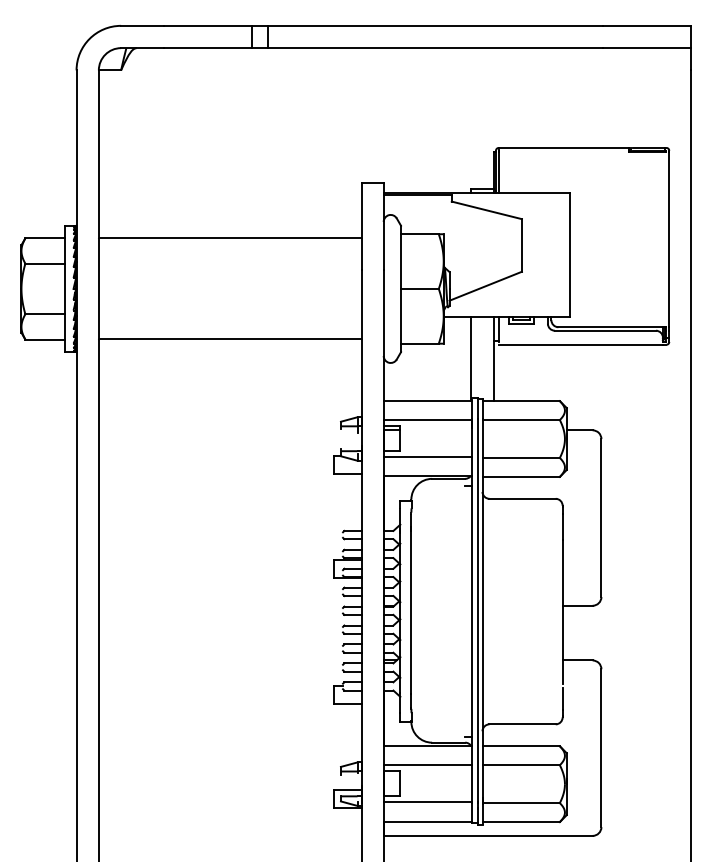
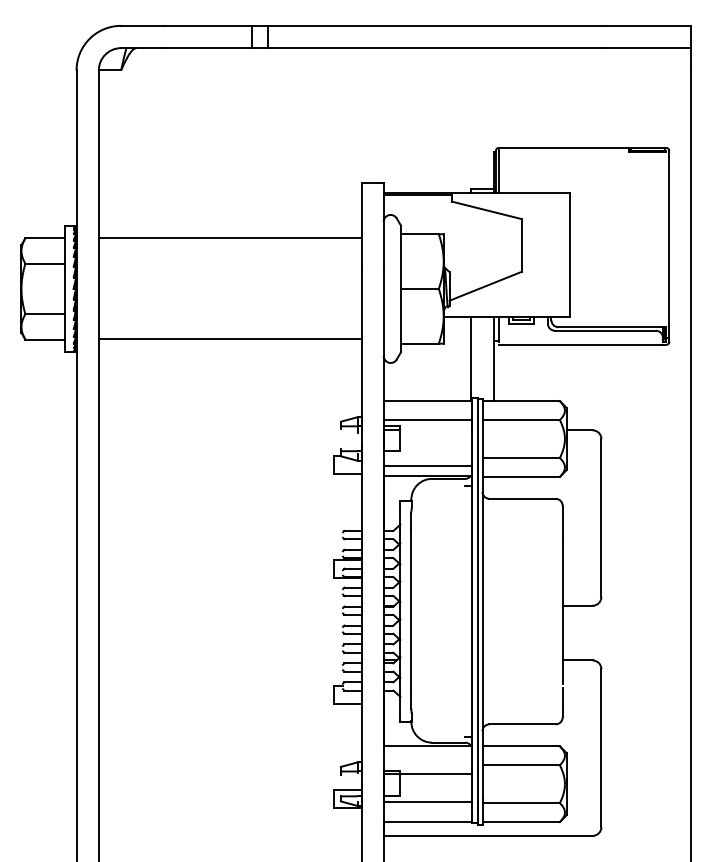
line at (427, 456) position: (427, 456) -> (427, 465)
line at (427, 764) position: (427, 764) -> (427, 773)
